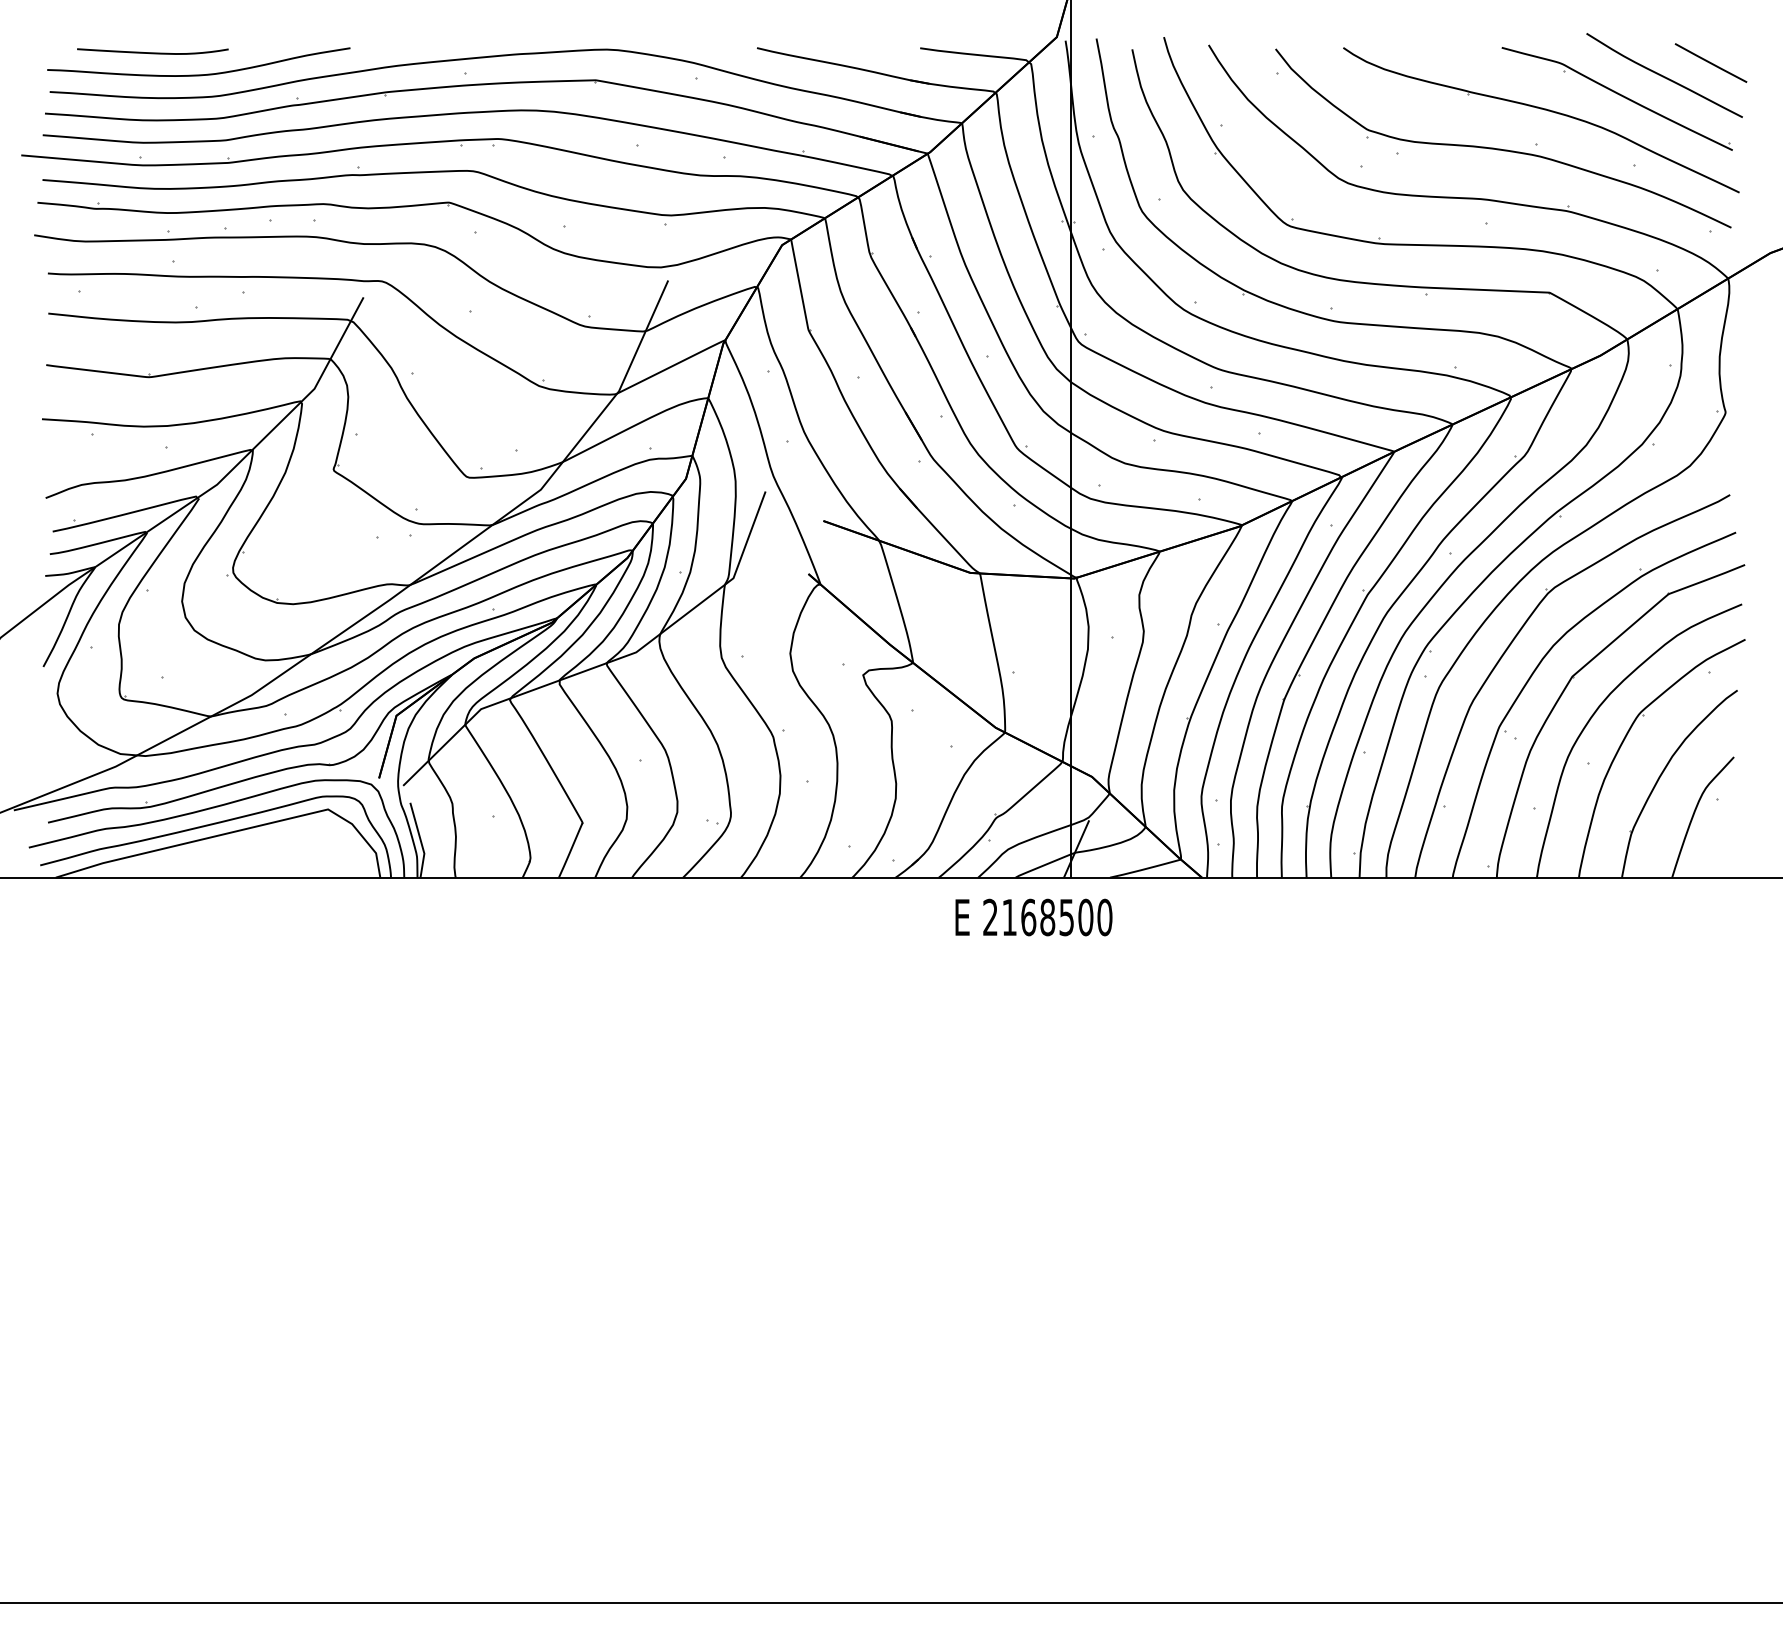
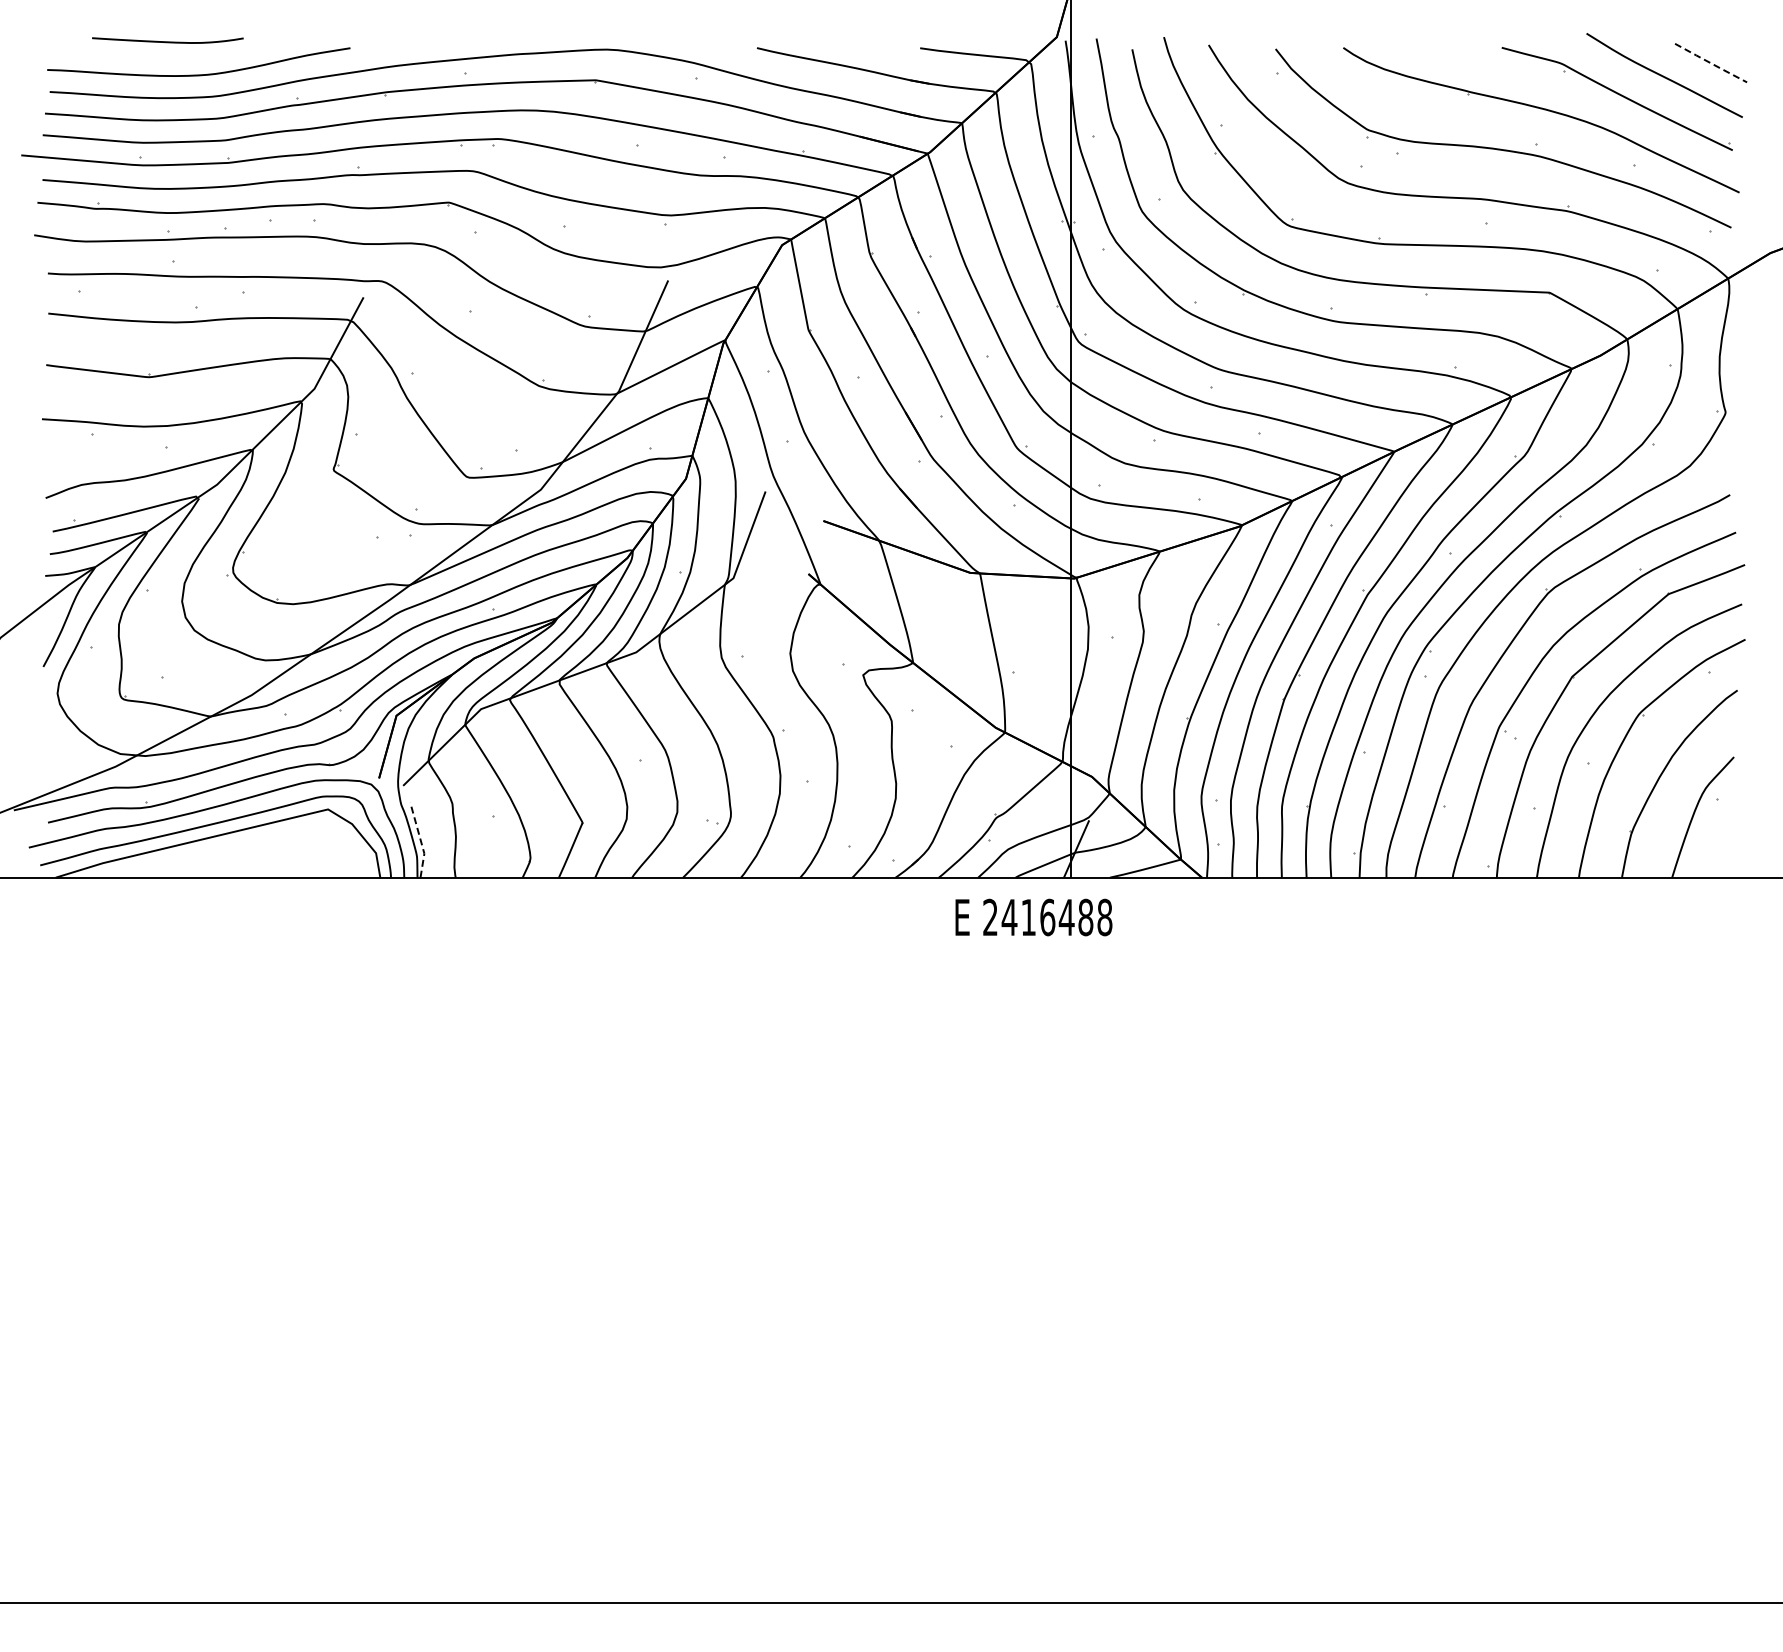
curve at (152, 52) position: (152, 52) -> (167, 41)
line at (1710, 63): solid -> dashed
line at (420, 840): solid -> dashed
text at (1056, 917): 2168500 -> 2416488
